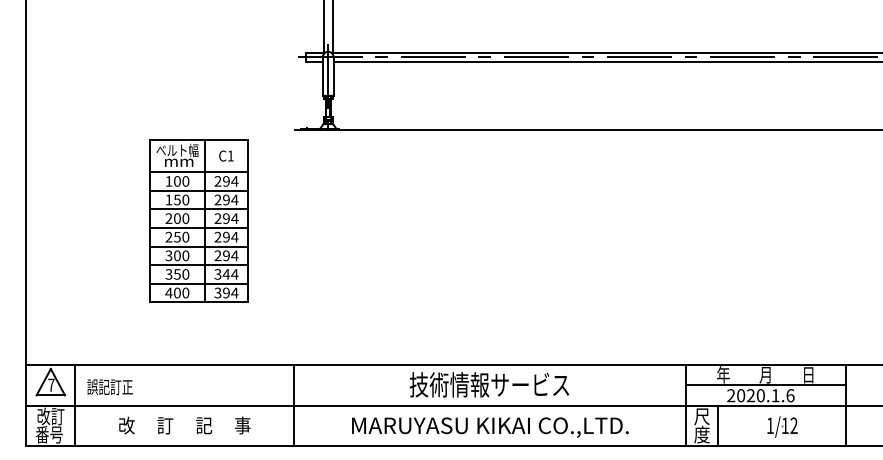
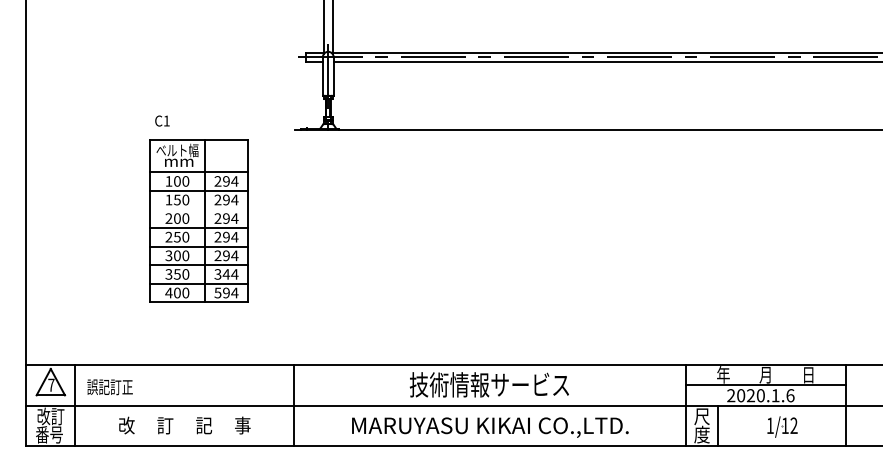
text at (226, 155) position: (226, 155) -> (162, 120)
line at (199, 209): present -> none
text at (218, 292): 394 -> 594
